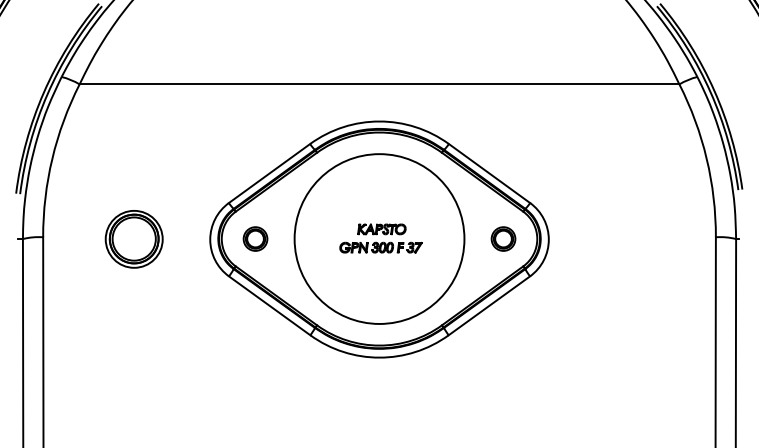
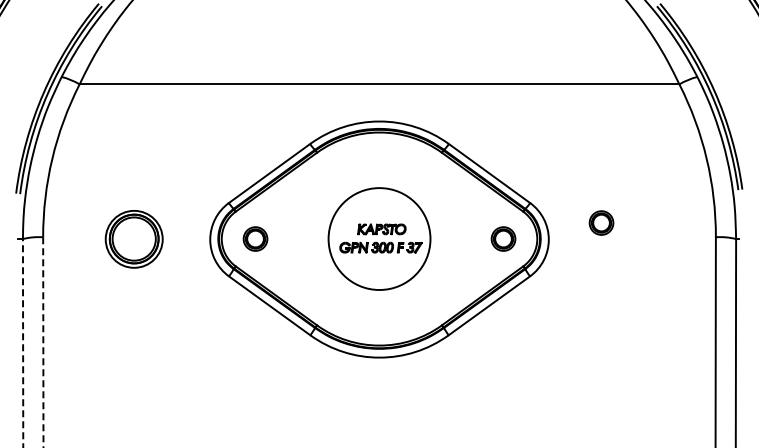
part at (601, 222): none -> present
circle at (379, 238) diameter: 170 px -> 102 px
line at (23, 342): solid -> dashed
line at (43, 343): solid -> dashed
